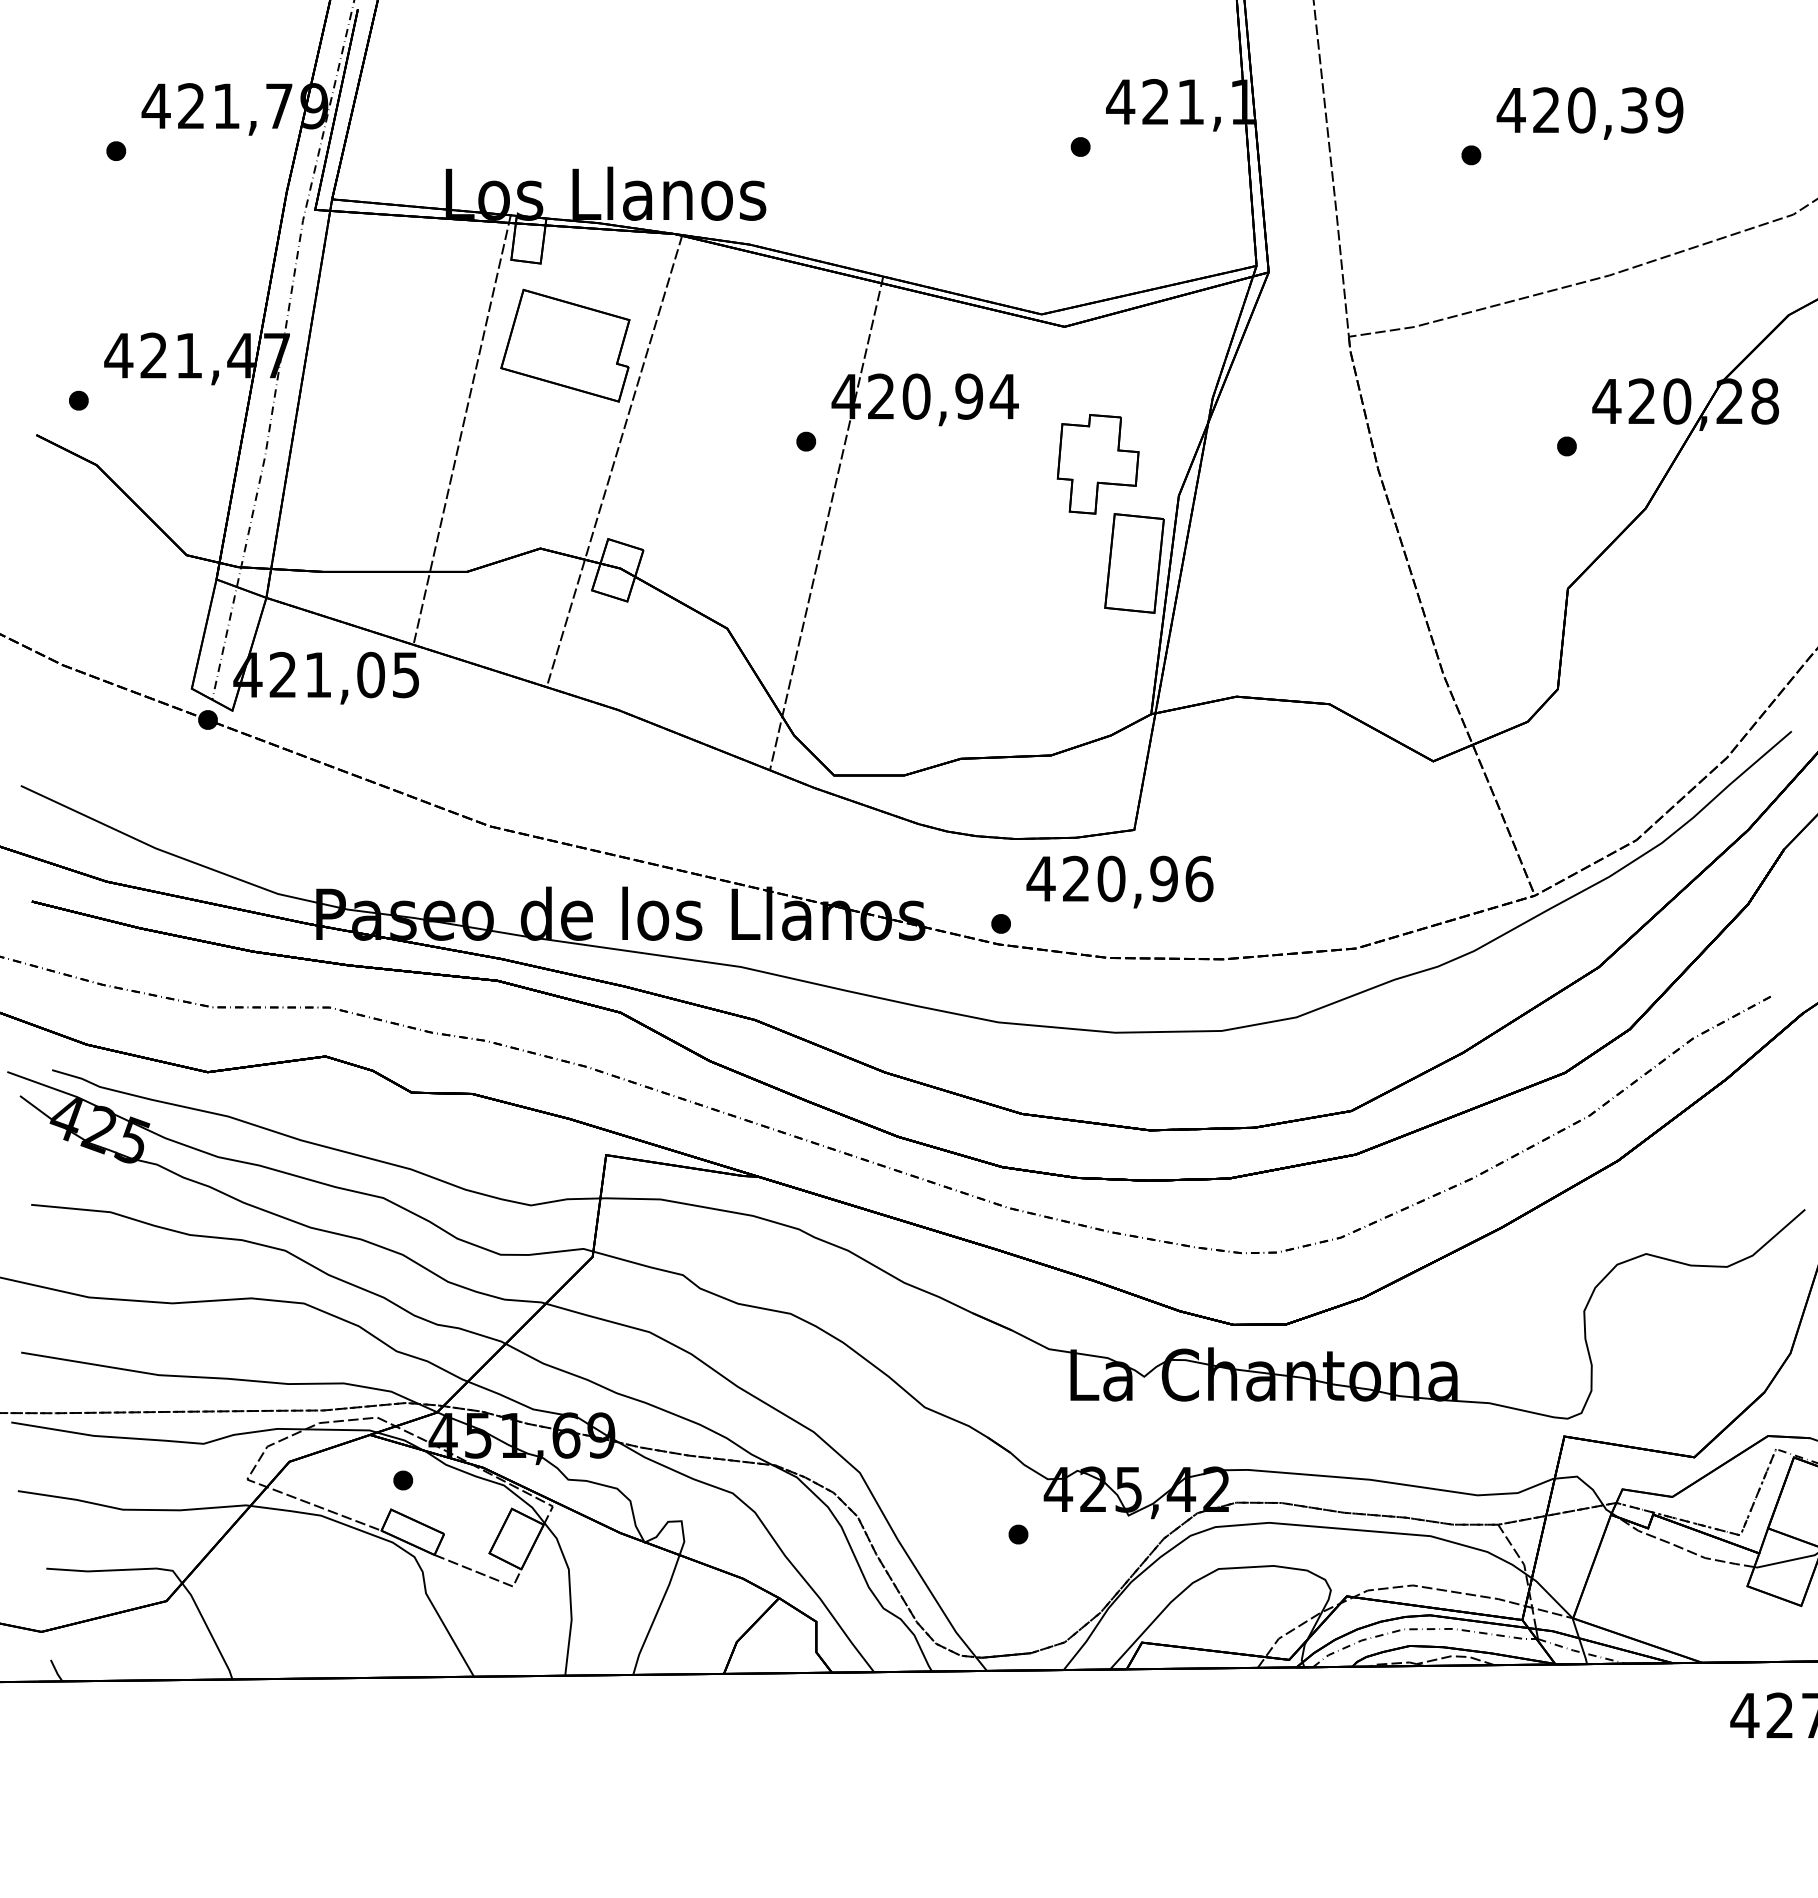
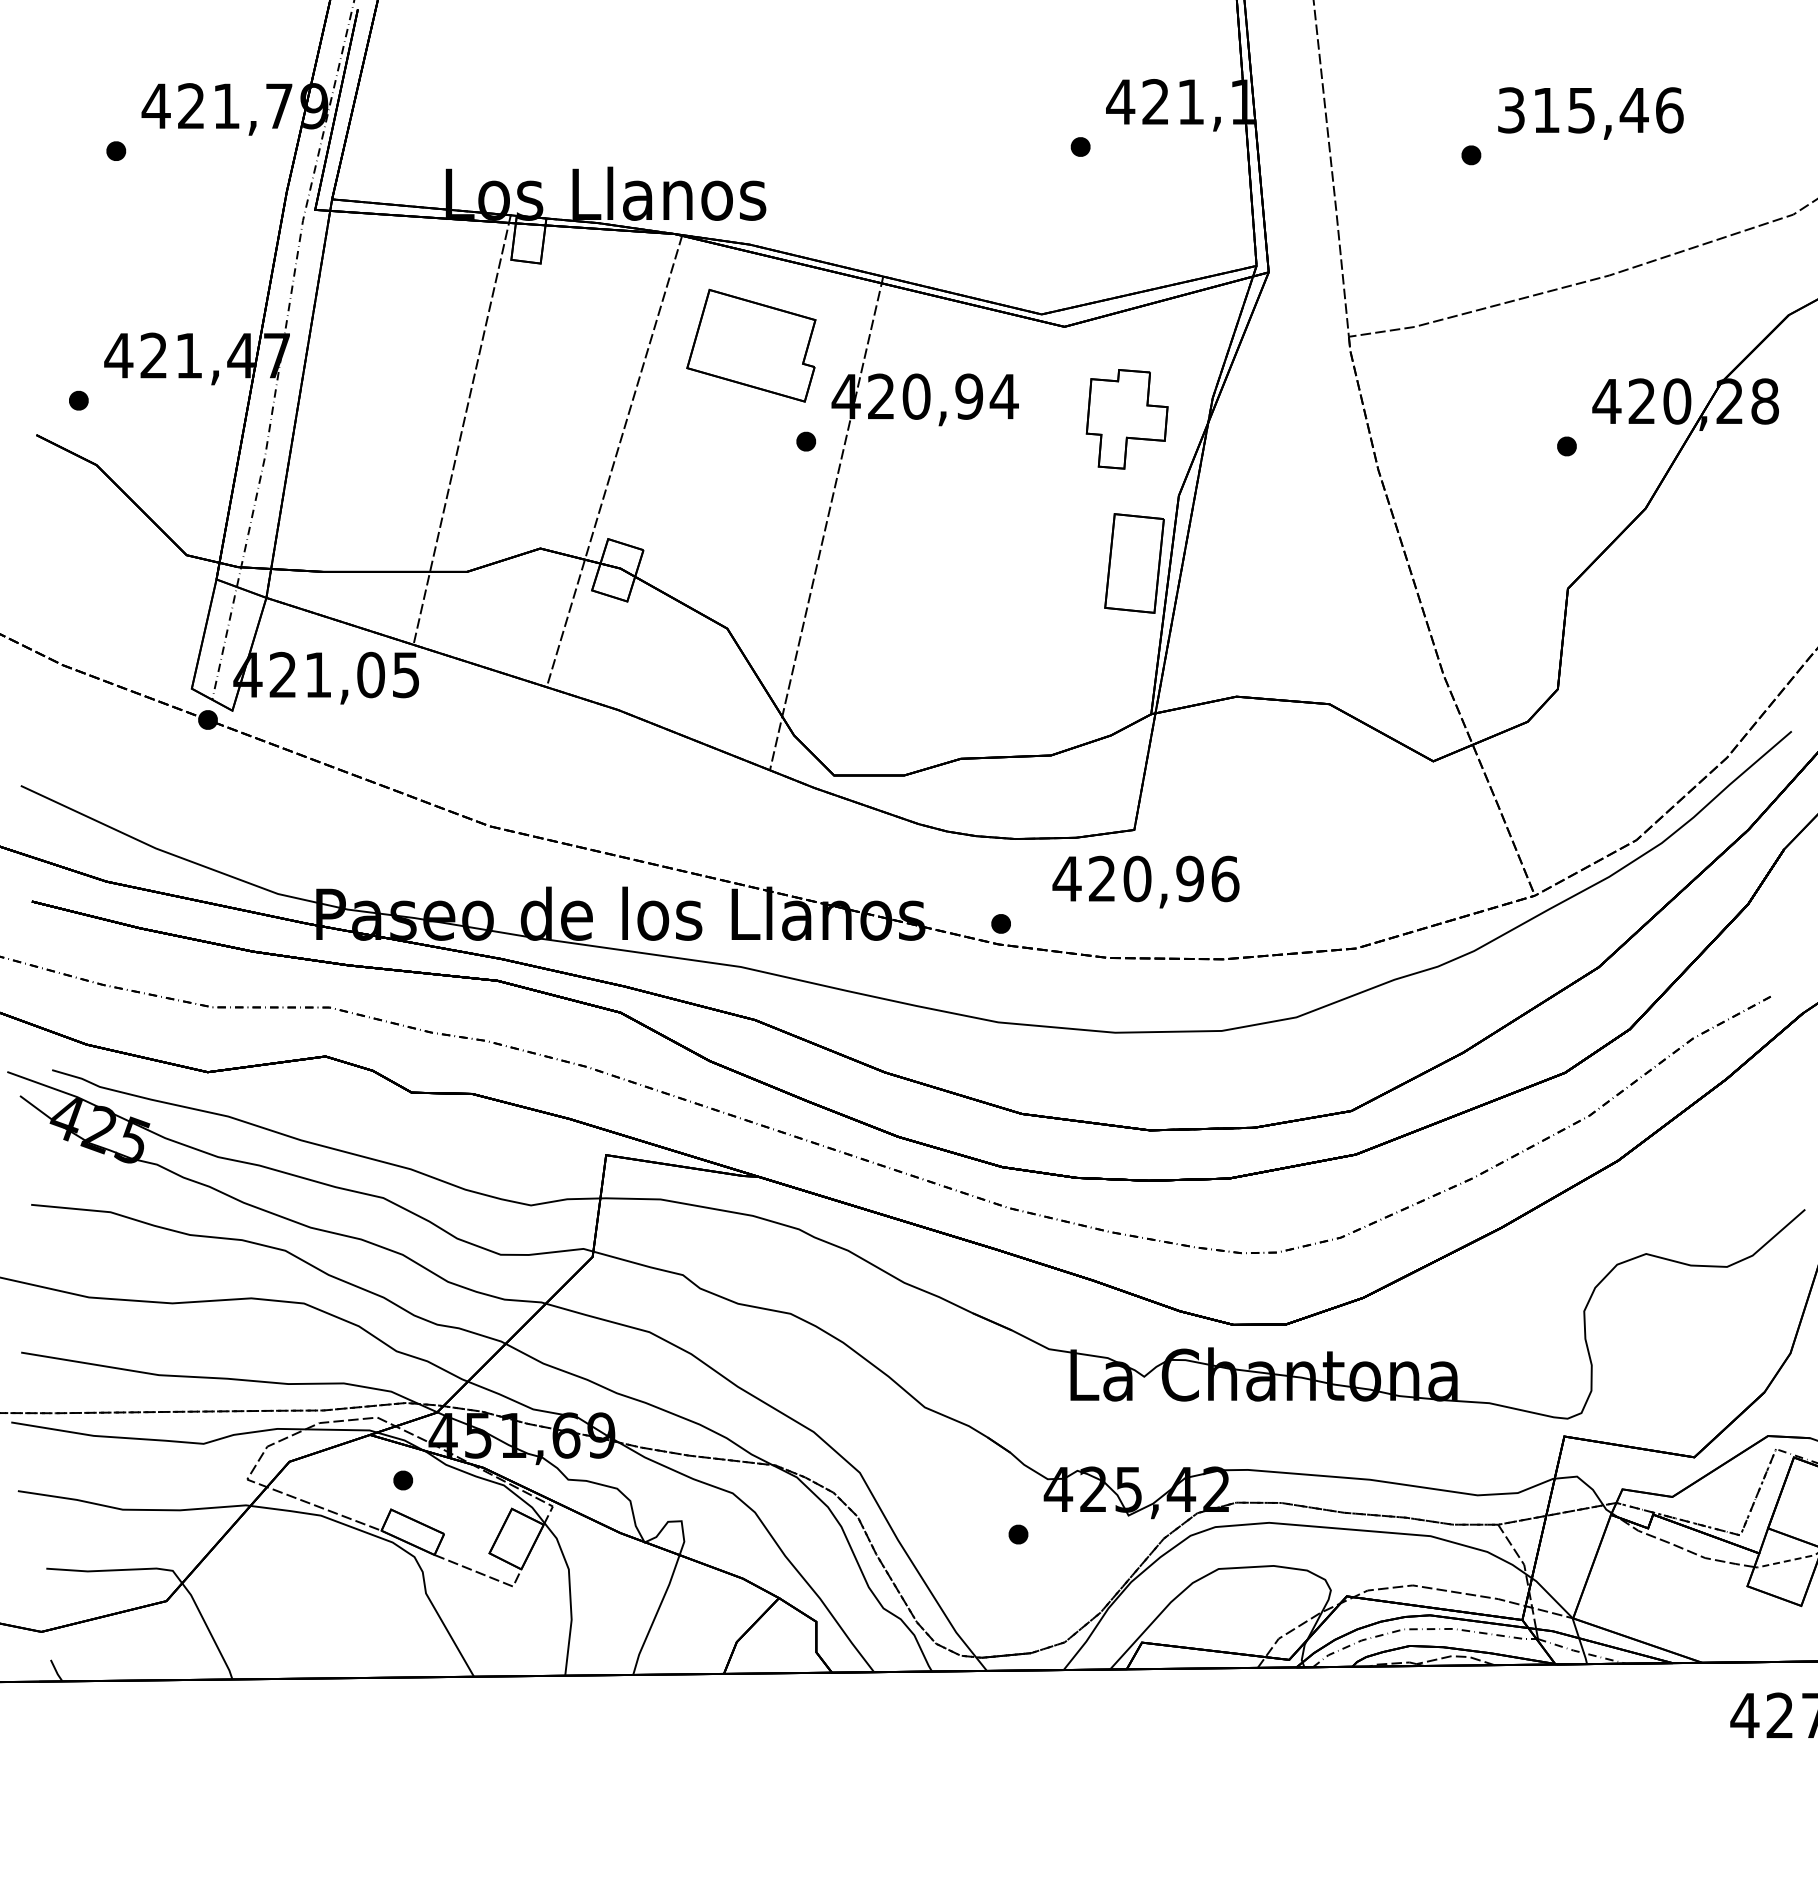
text at (1589, 110): 420,39 -> 315,46
part at (565, 345) position: (565, 345) -> (751, 345)
part at (1097, 464) position: (1097, 464) -> (1126, 419)
text at (1119, 881) position: (1119, 881) -> (1145, 881)
line at (1786, 1561): solid -> dashed
